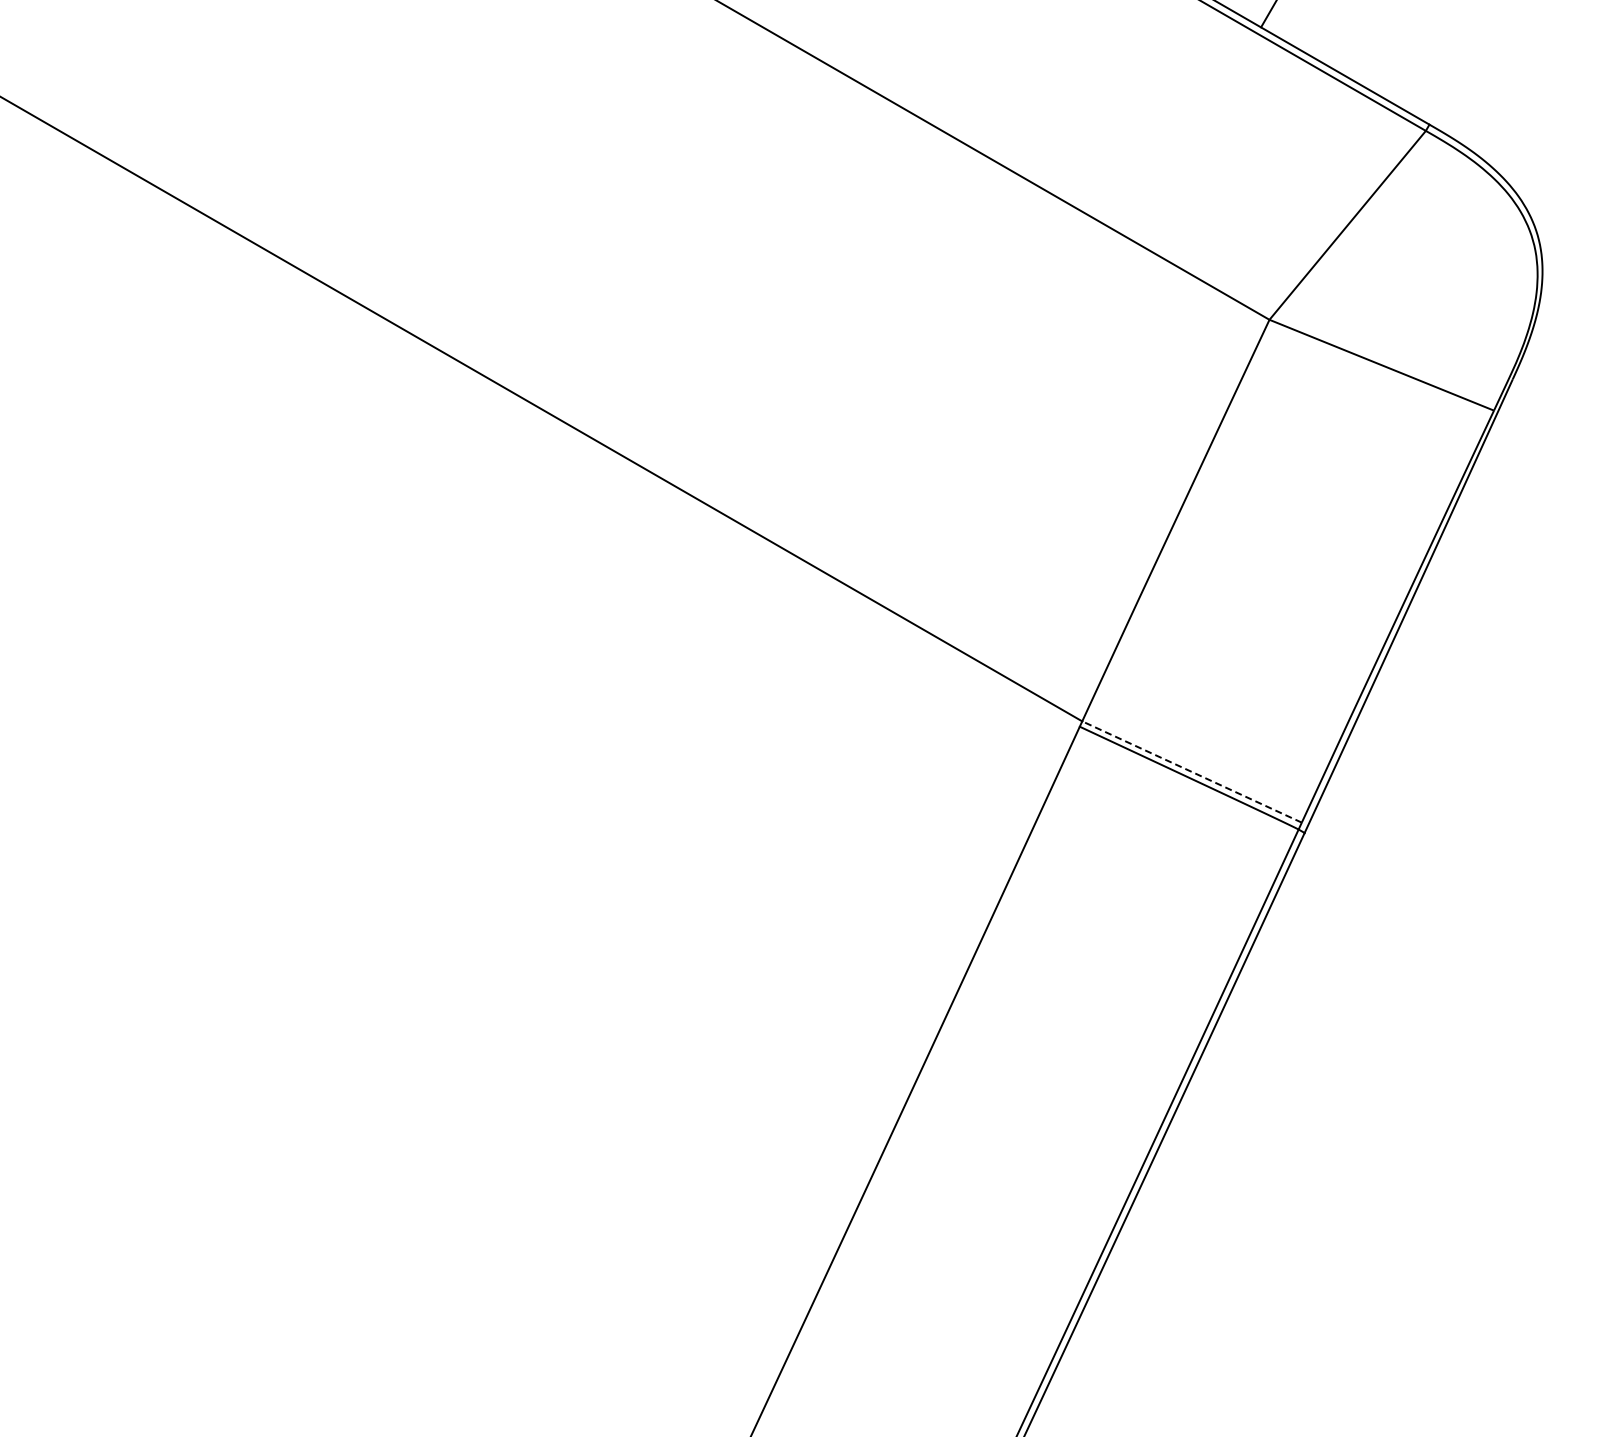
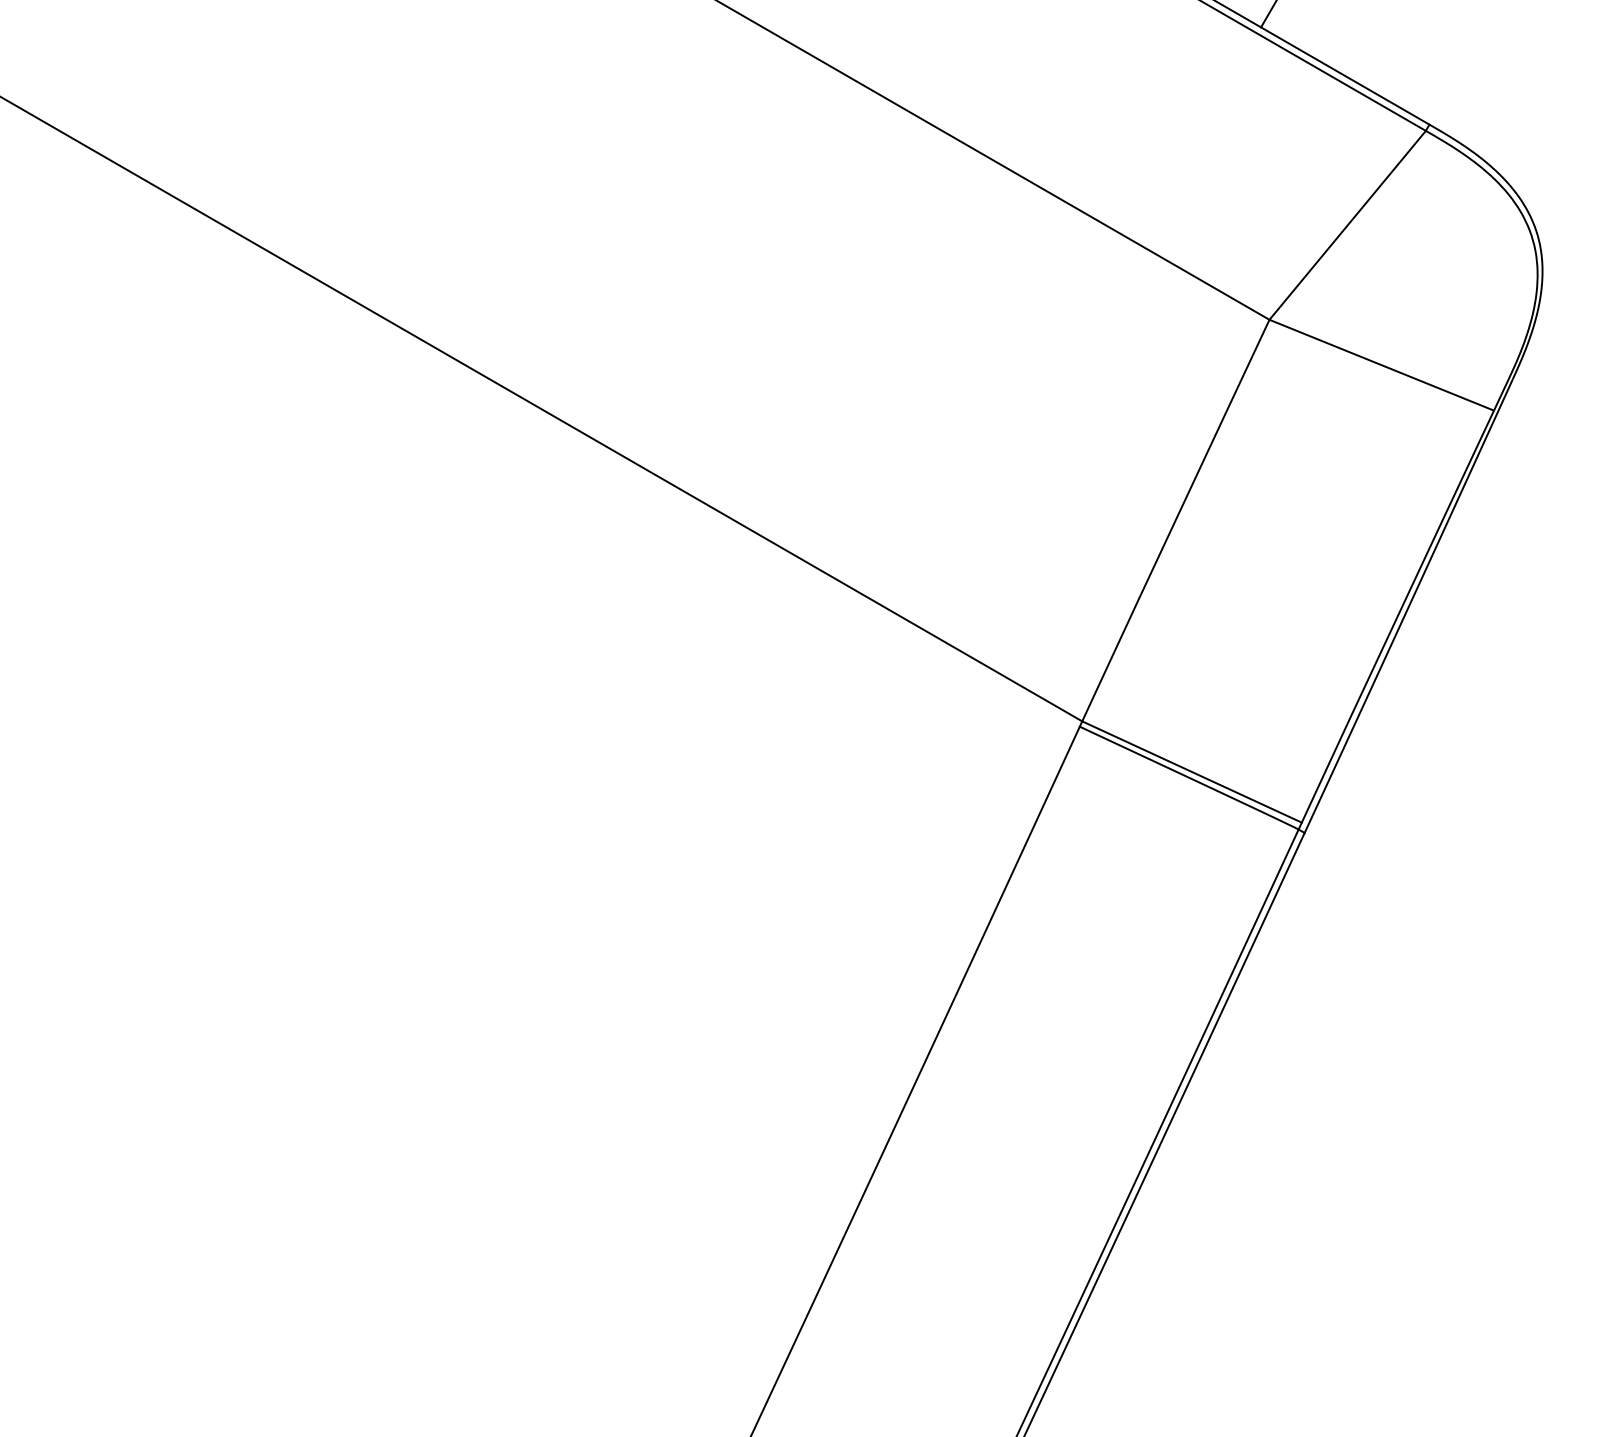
line at (1192, 772): dashed -> solid
